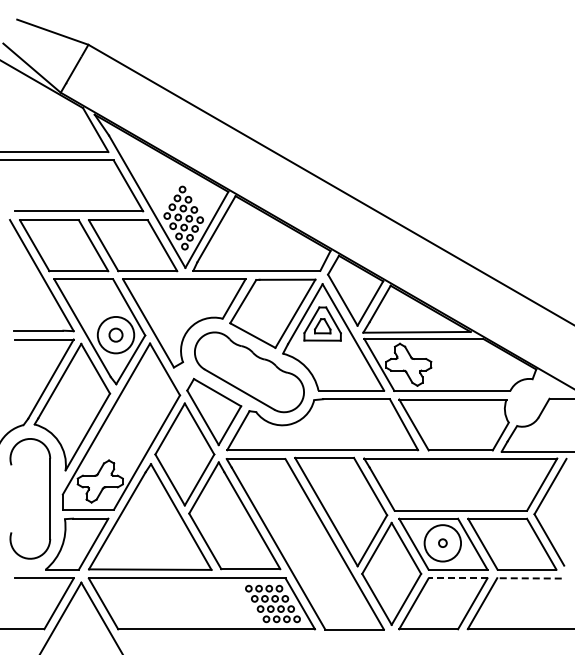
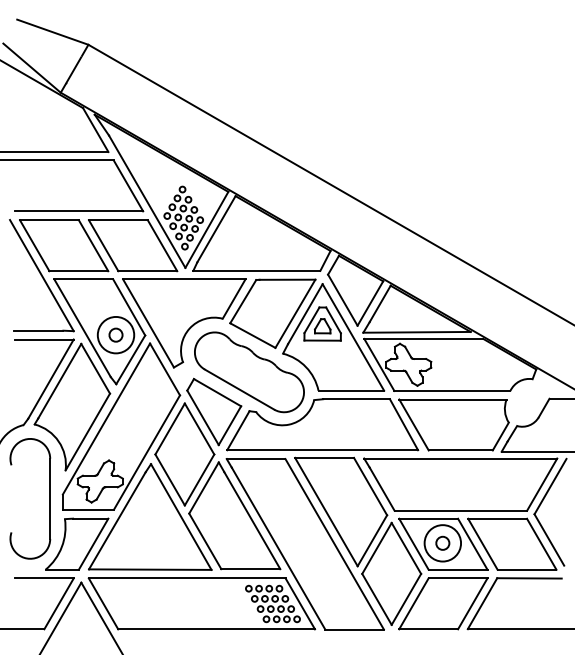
circle at (442, 542) size: 10x10 px -> 16x16 px
line at (457, 578): dashed -> solid
line at (528, 578): dashed -> solid
